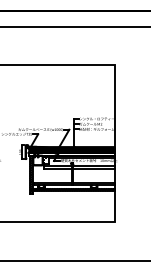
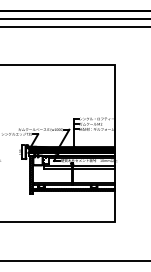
line at (74, 18): none -> present
